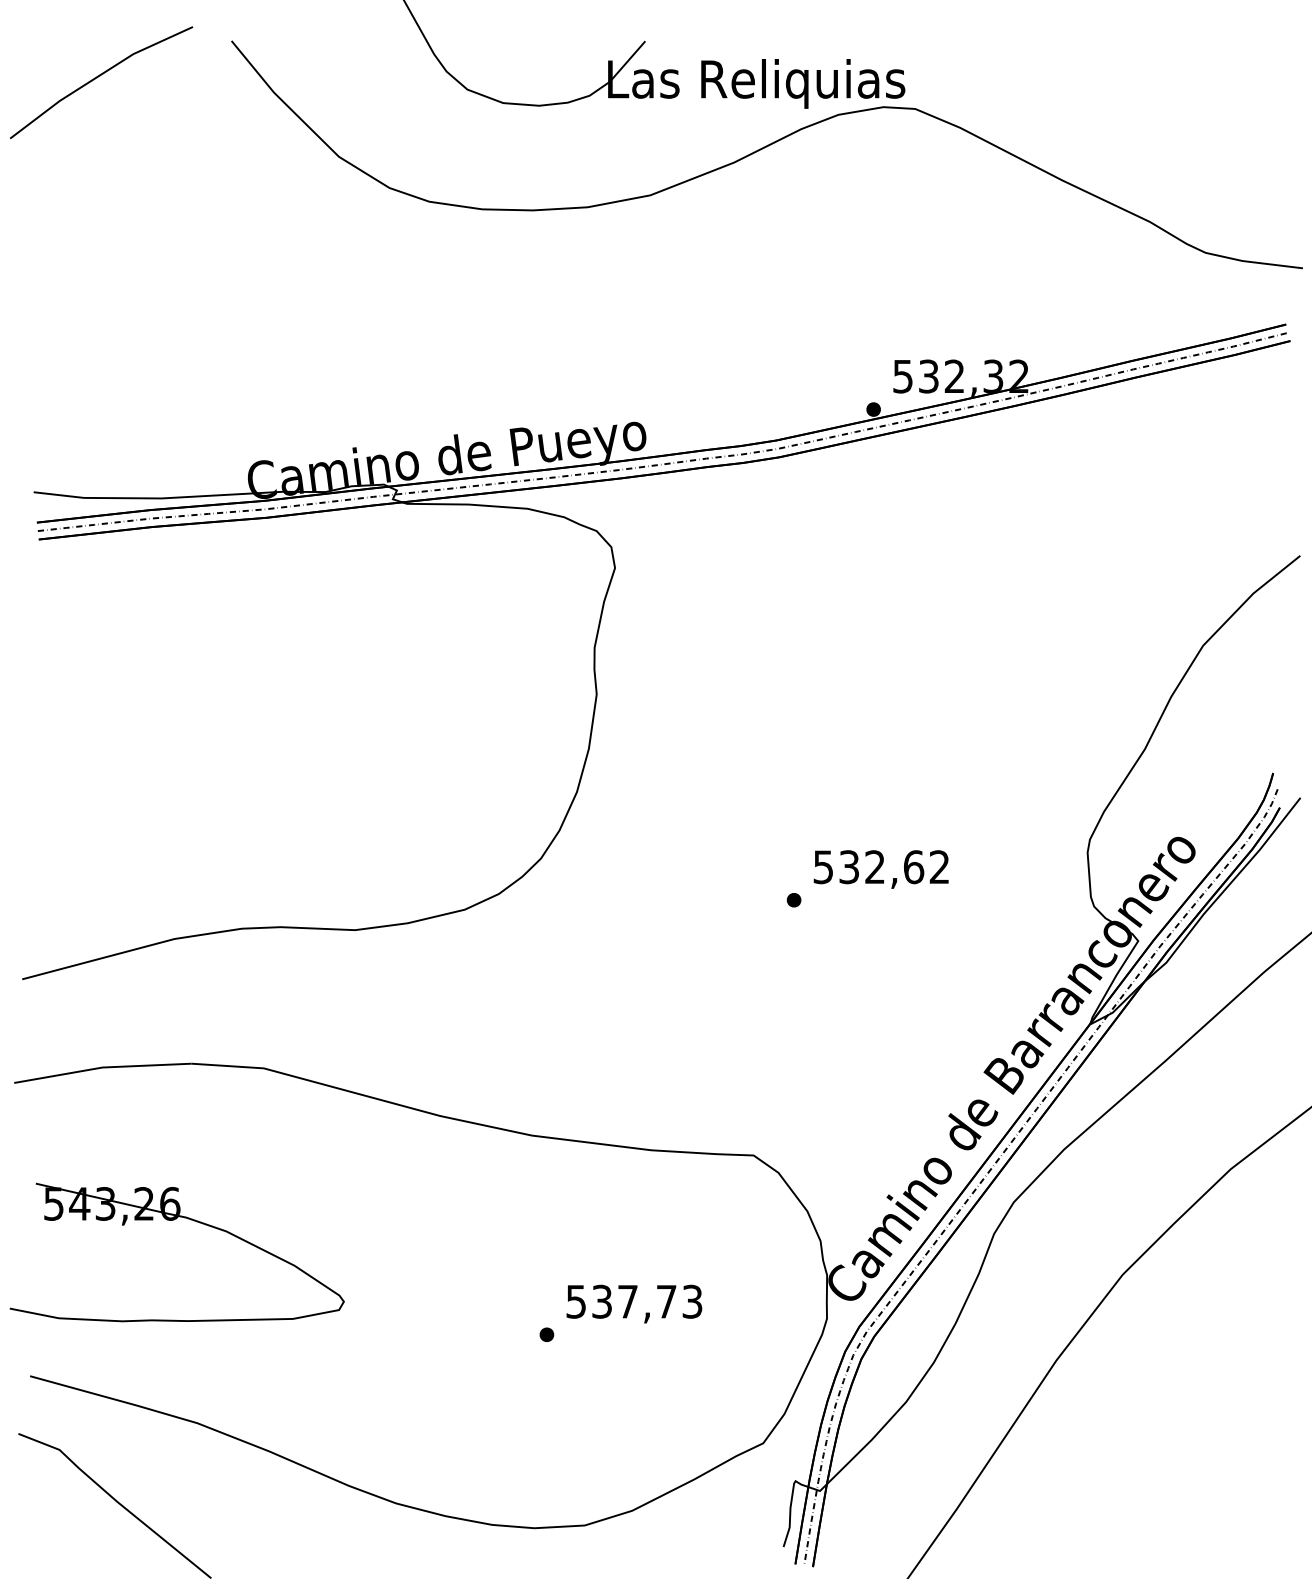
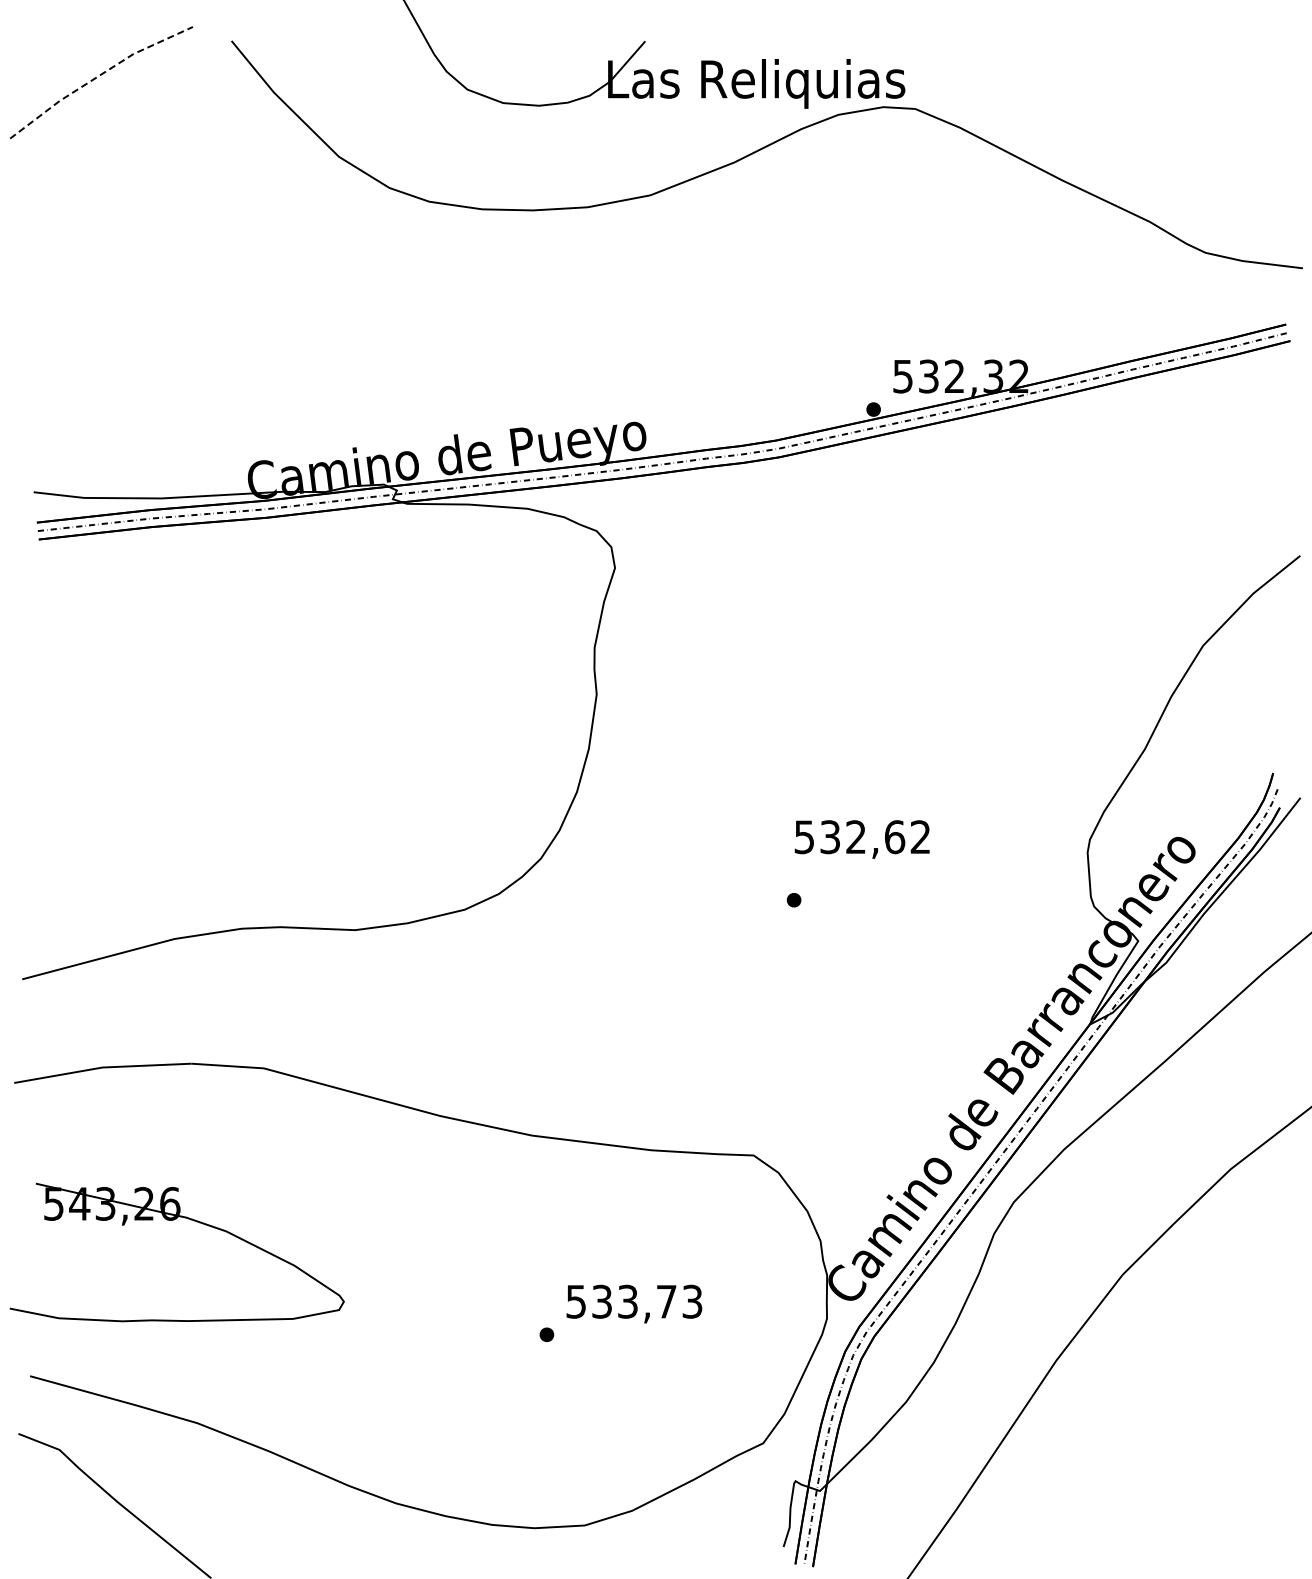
line at (98, 76): solid -> dashed
text at (880, 869) position: (880, 869) -> (861, 839)
text at (627, 1301): 537,73 -> 533,73
